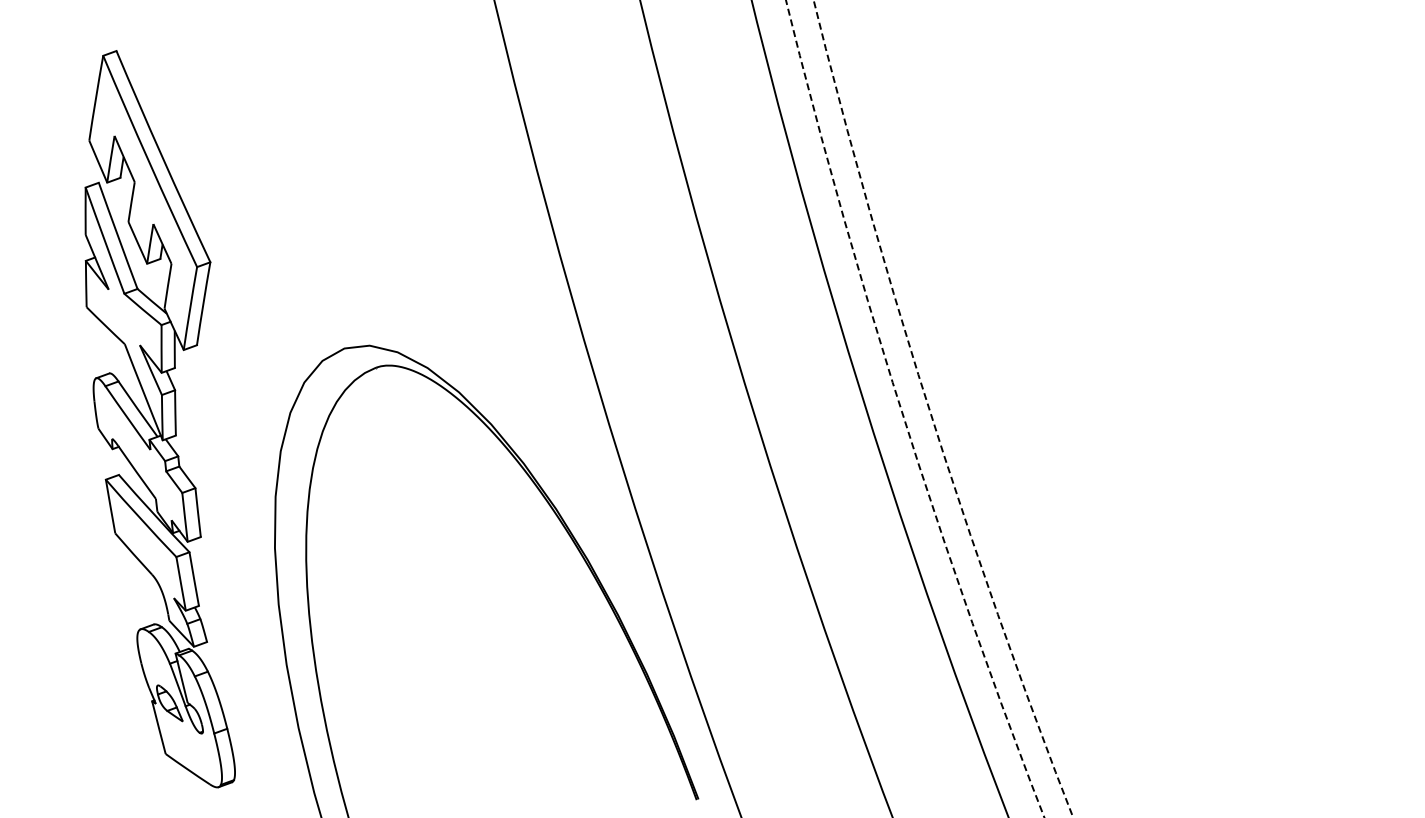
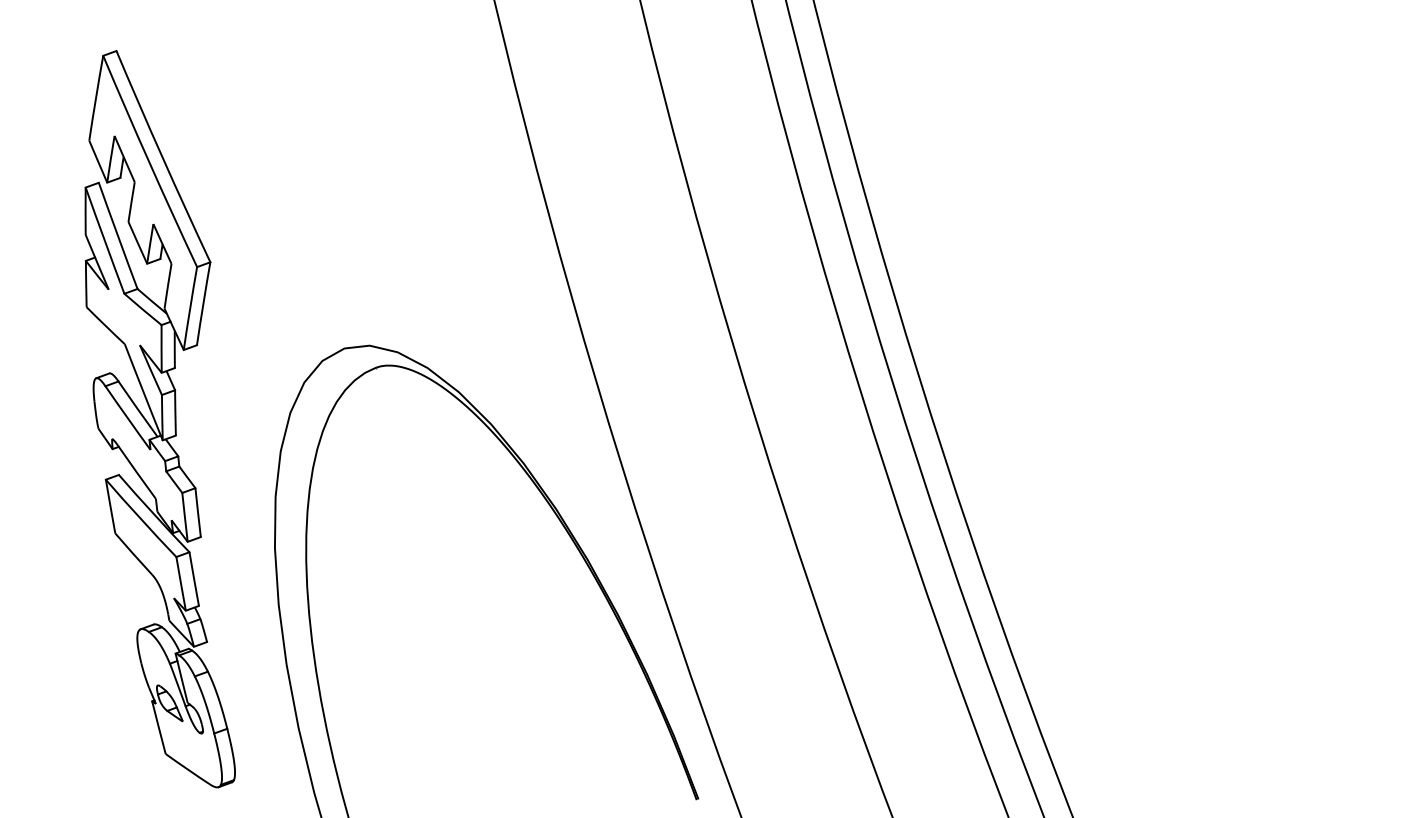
circle at (915, 408): dashed -> solid
circle at (943, 408): dashed -> solid
